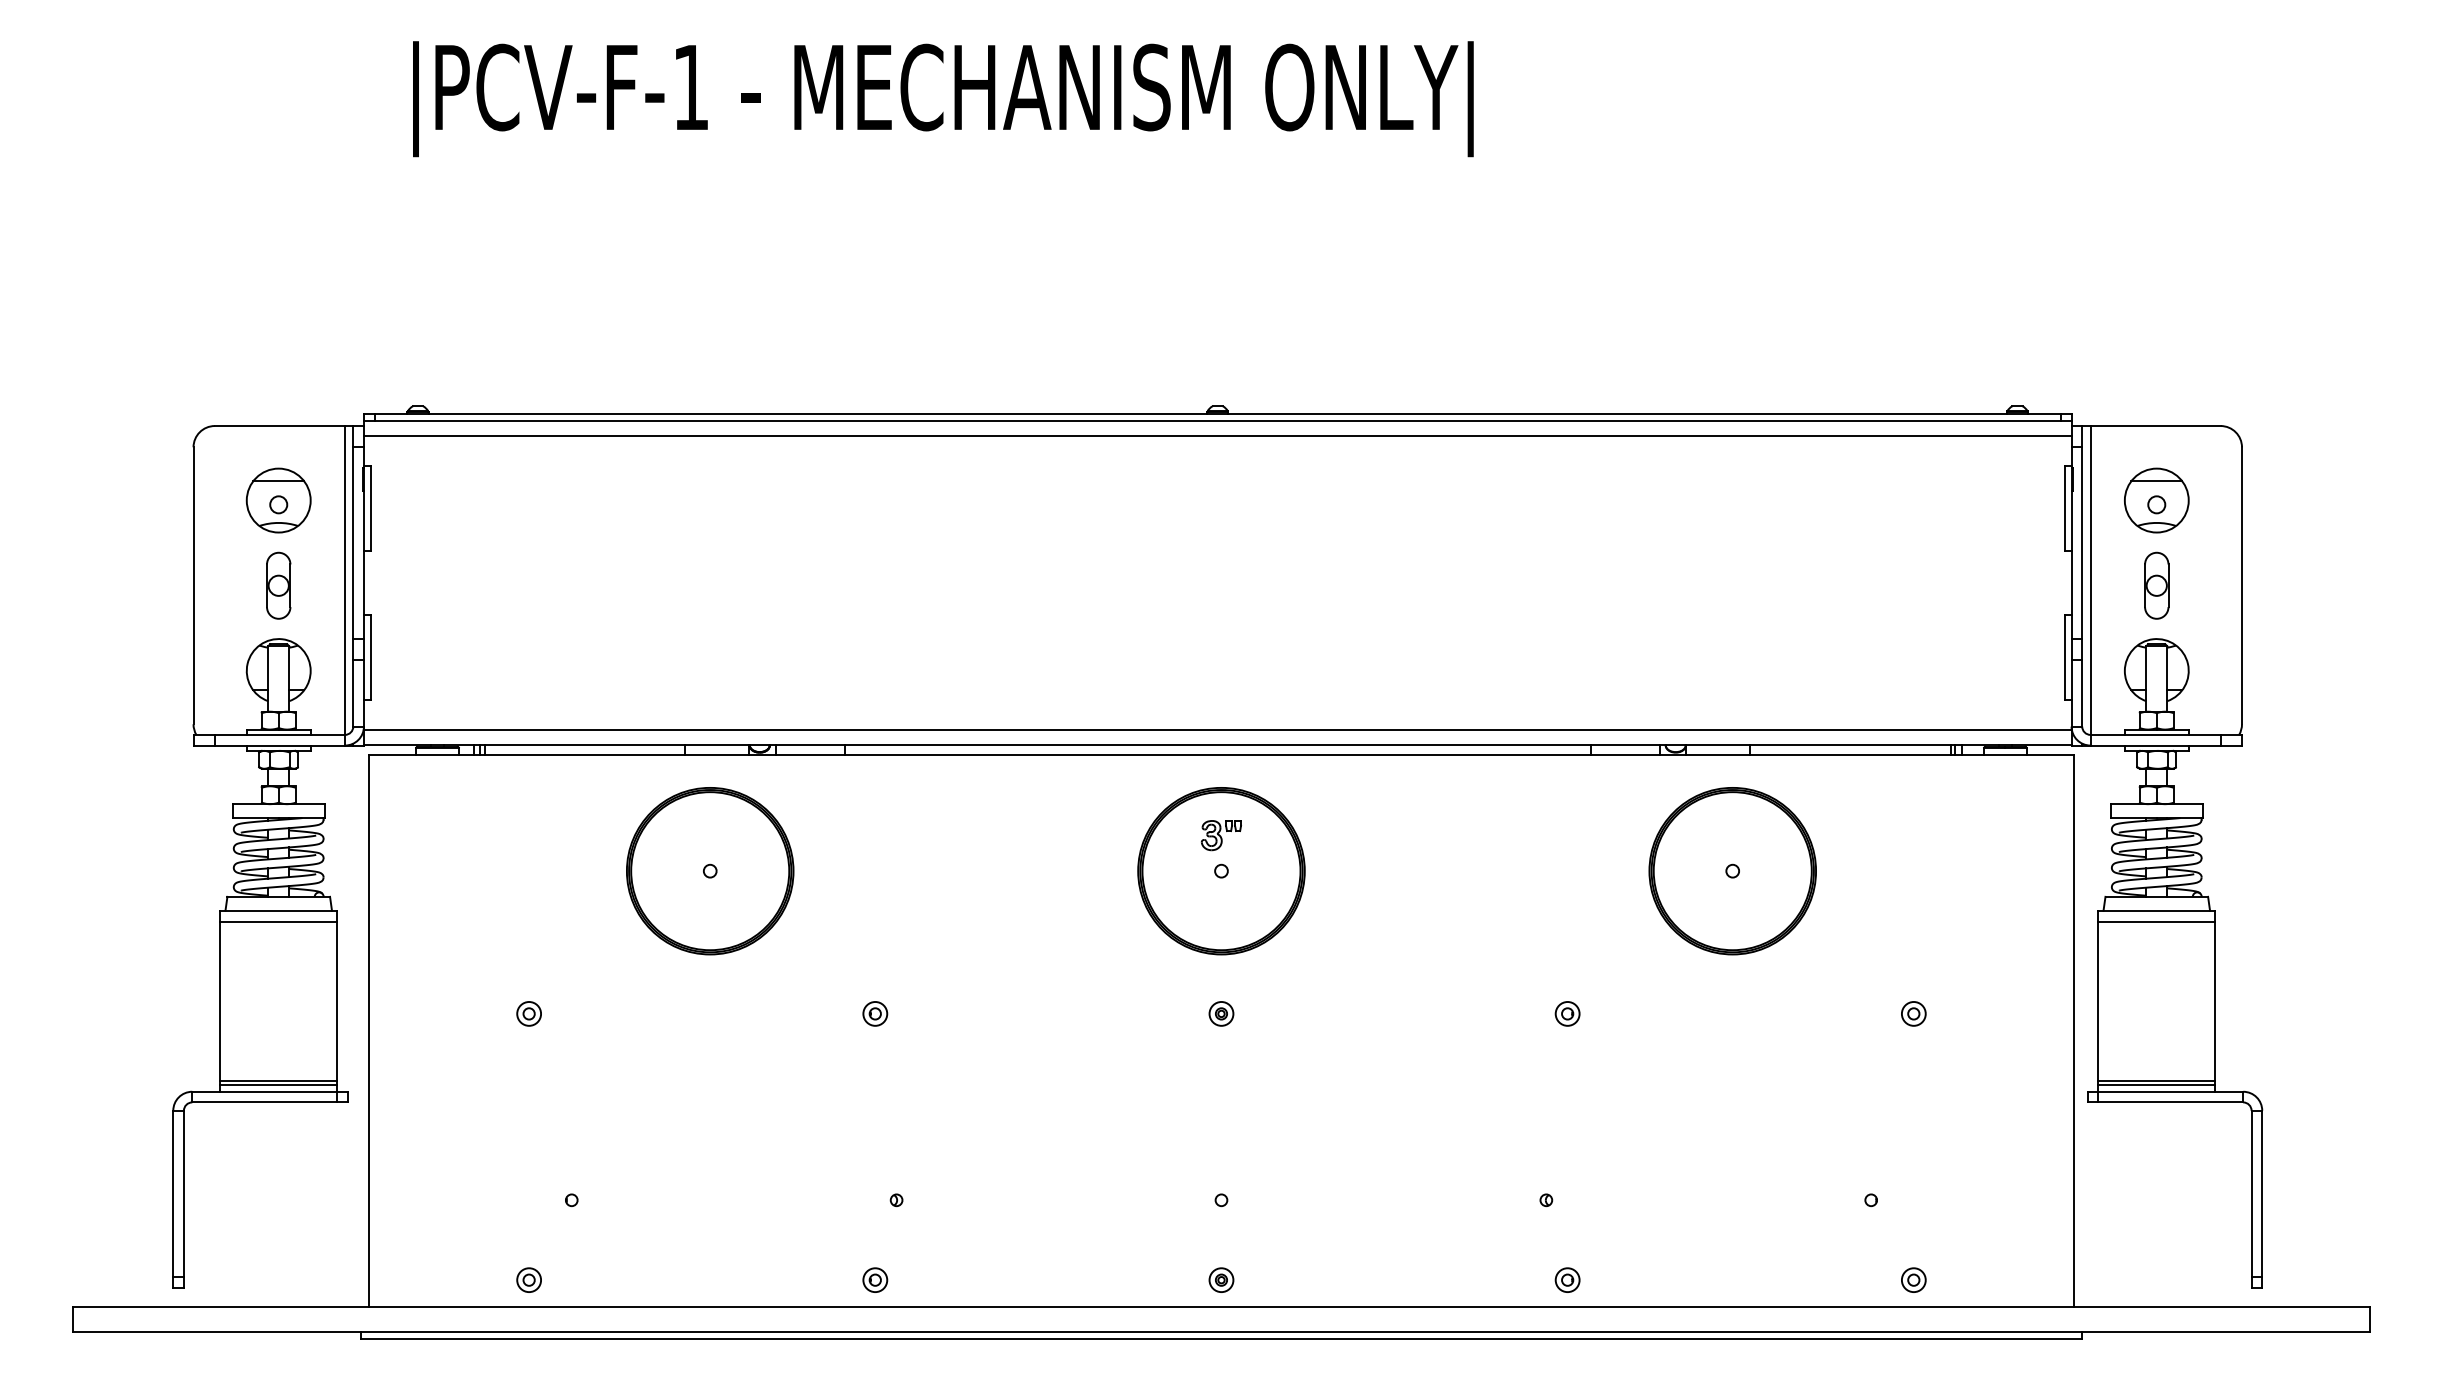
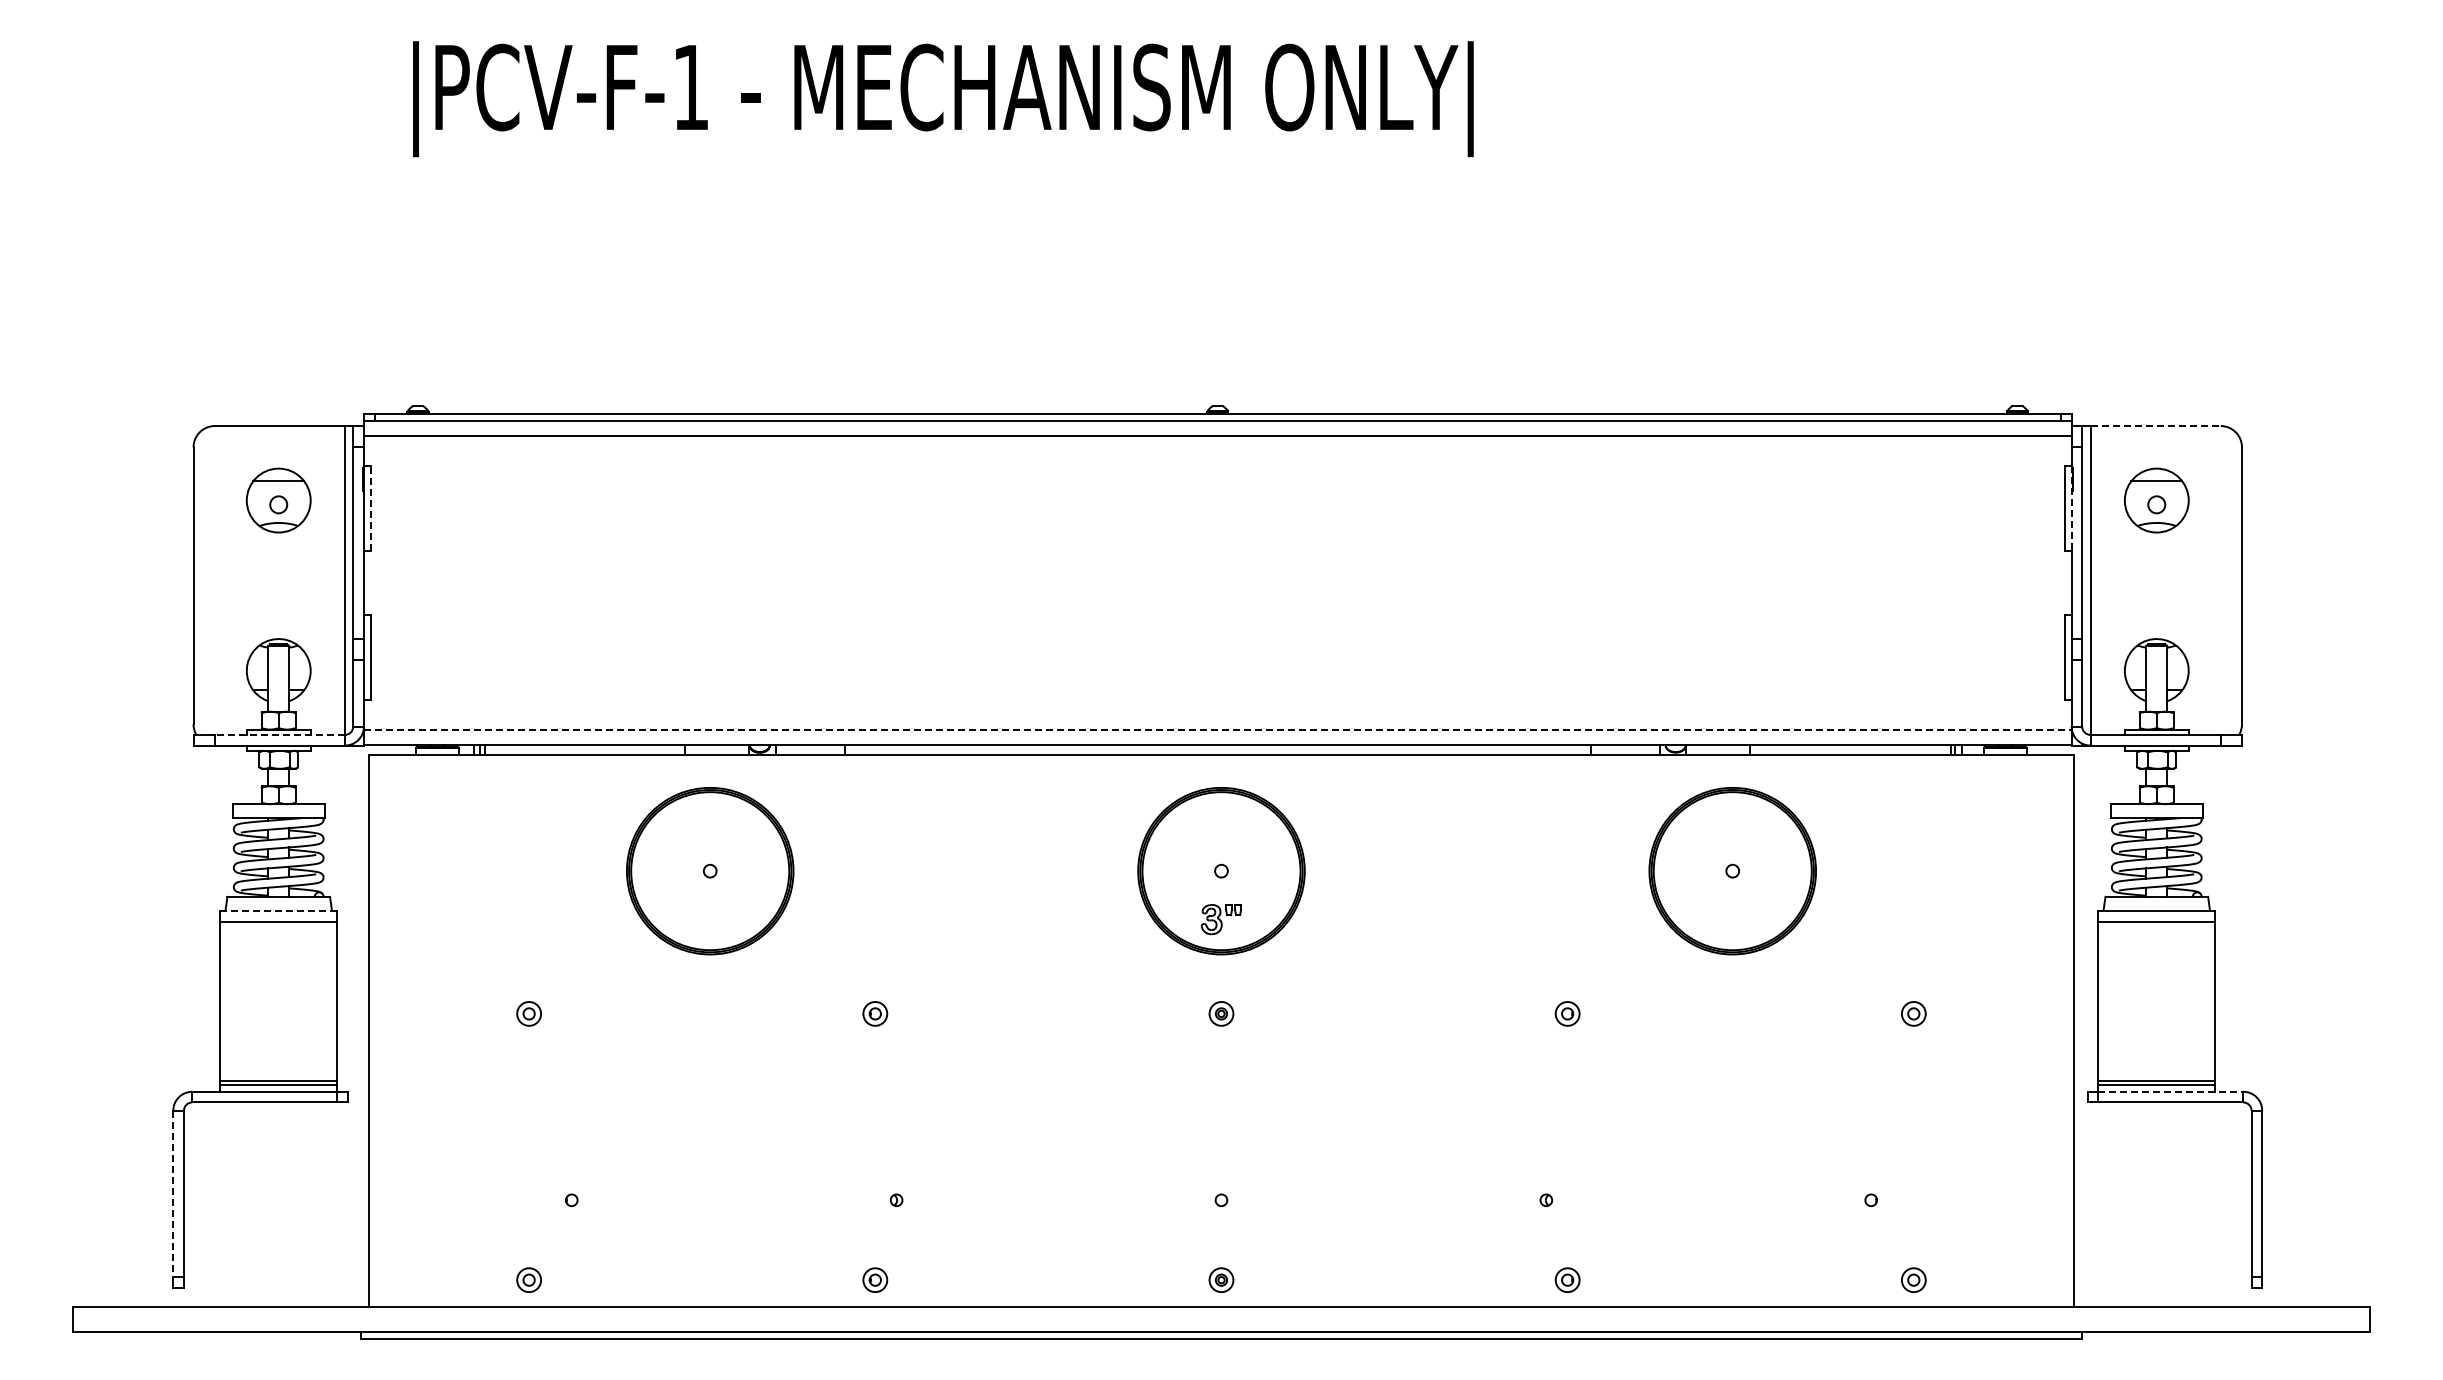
line at (2156, 426): solid -> dashed
line at (370, 508): solid -> dashed
line at (2071, 508): solid -> dashed
part at (278, 585): present -> none
part at (2156, 585): present -> none
line at (1217, 730): solid -> dashed
line at (279, 734): solid -> dashed
part at (1220, 835) position: (1220, 835) -> (1220, 919)
line at (278, 910): solid -> dashed
line at (2170, 1091): solid -> dashed
line at (173, 1194): solid -> dashed
